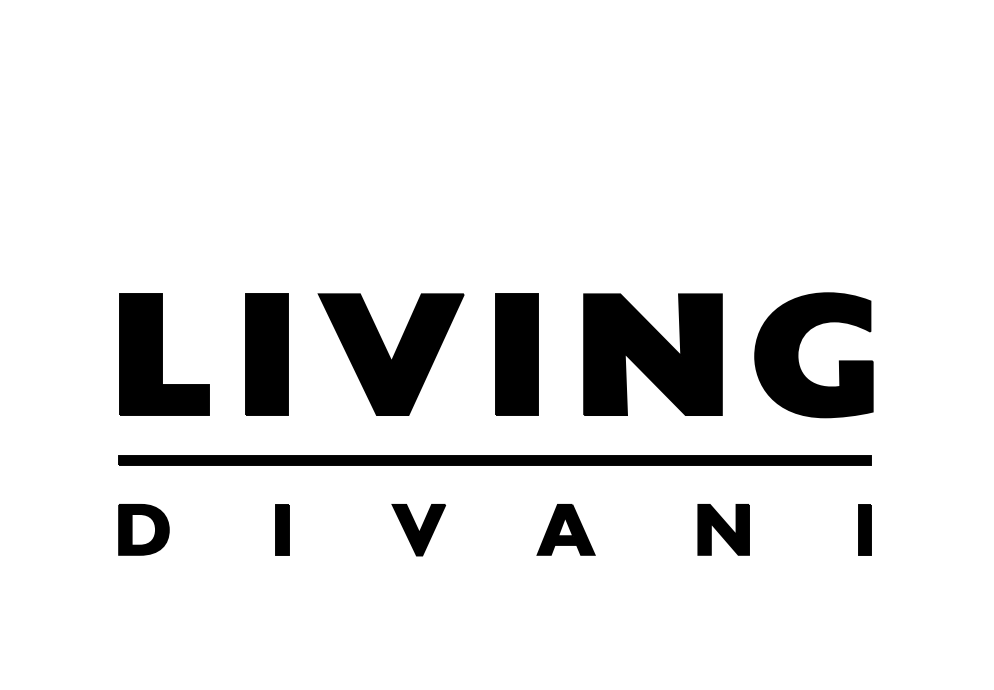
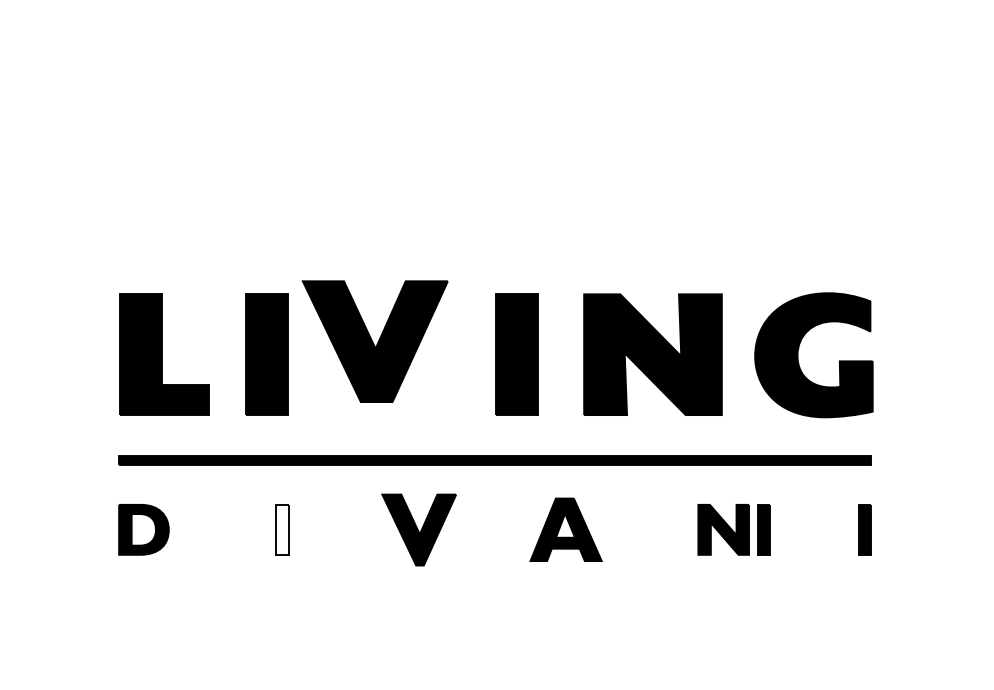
part at (390, 354) position: (390, 354) -> (374, 341)
fill at (282, 529): present -> none
part at (565, 529) size: 60x52 px -> 74x65 px
part at (763, 529): none -> present
part at (418, 530) size: 55x53 px -> 76x74 px
